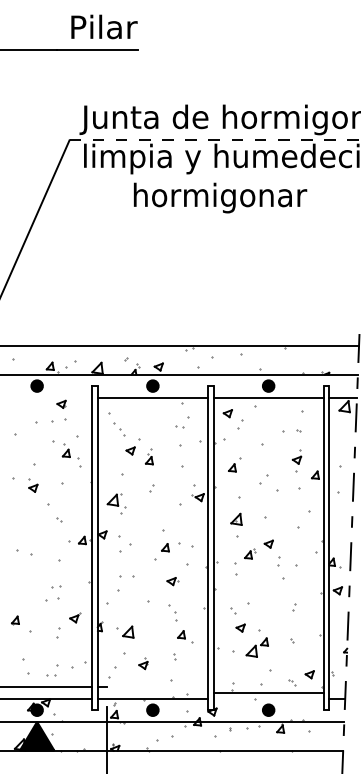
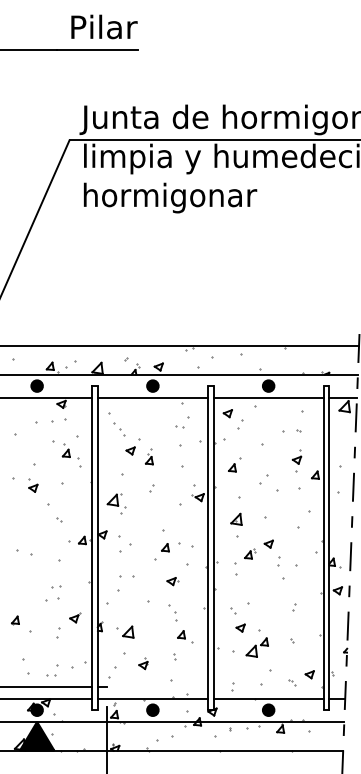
line at (215, 140): dashed -> solid
text at (220, 197) position: (220, 197) -> (170, 197)
line at (47, 397): none -> present
line at (268, 692) position: (268, 692) -> (268, 698)
